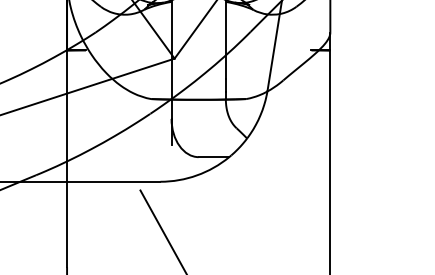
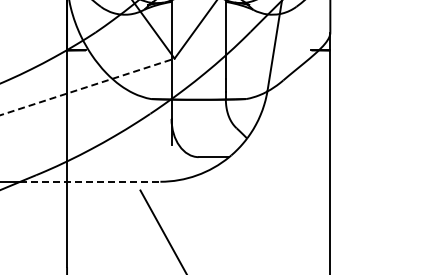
line at (88, 86): solid -> dashed
line at (90, 181): solid -> dashed
